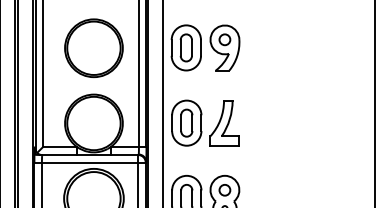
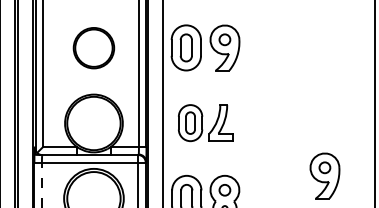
part at (93, 47) size: 60x60 px -> 44x43 px
part at (205, 122) size: 69x48 px -> 56x39 px
part at (324, 175): none -> present
line at (41, 184): solid -> dashed
